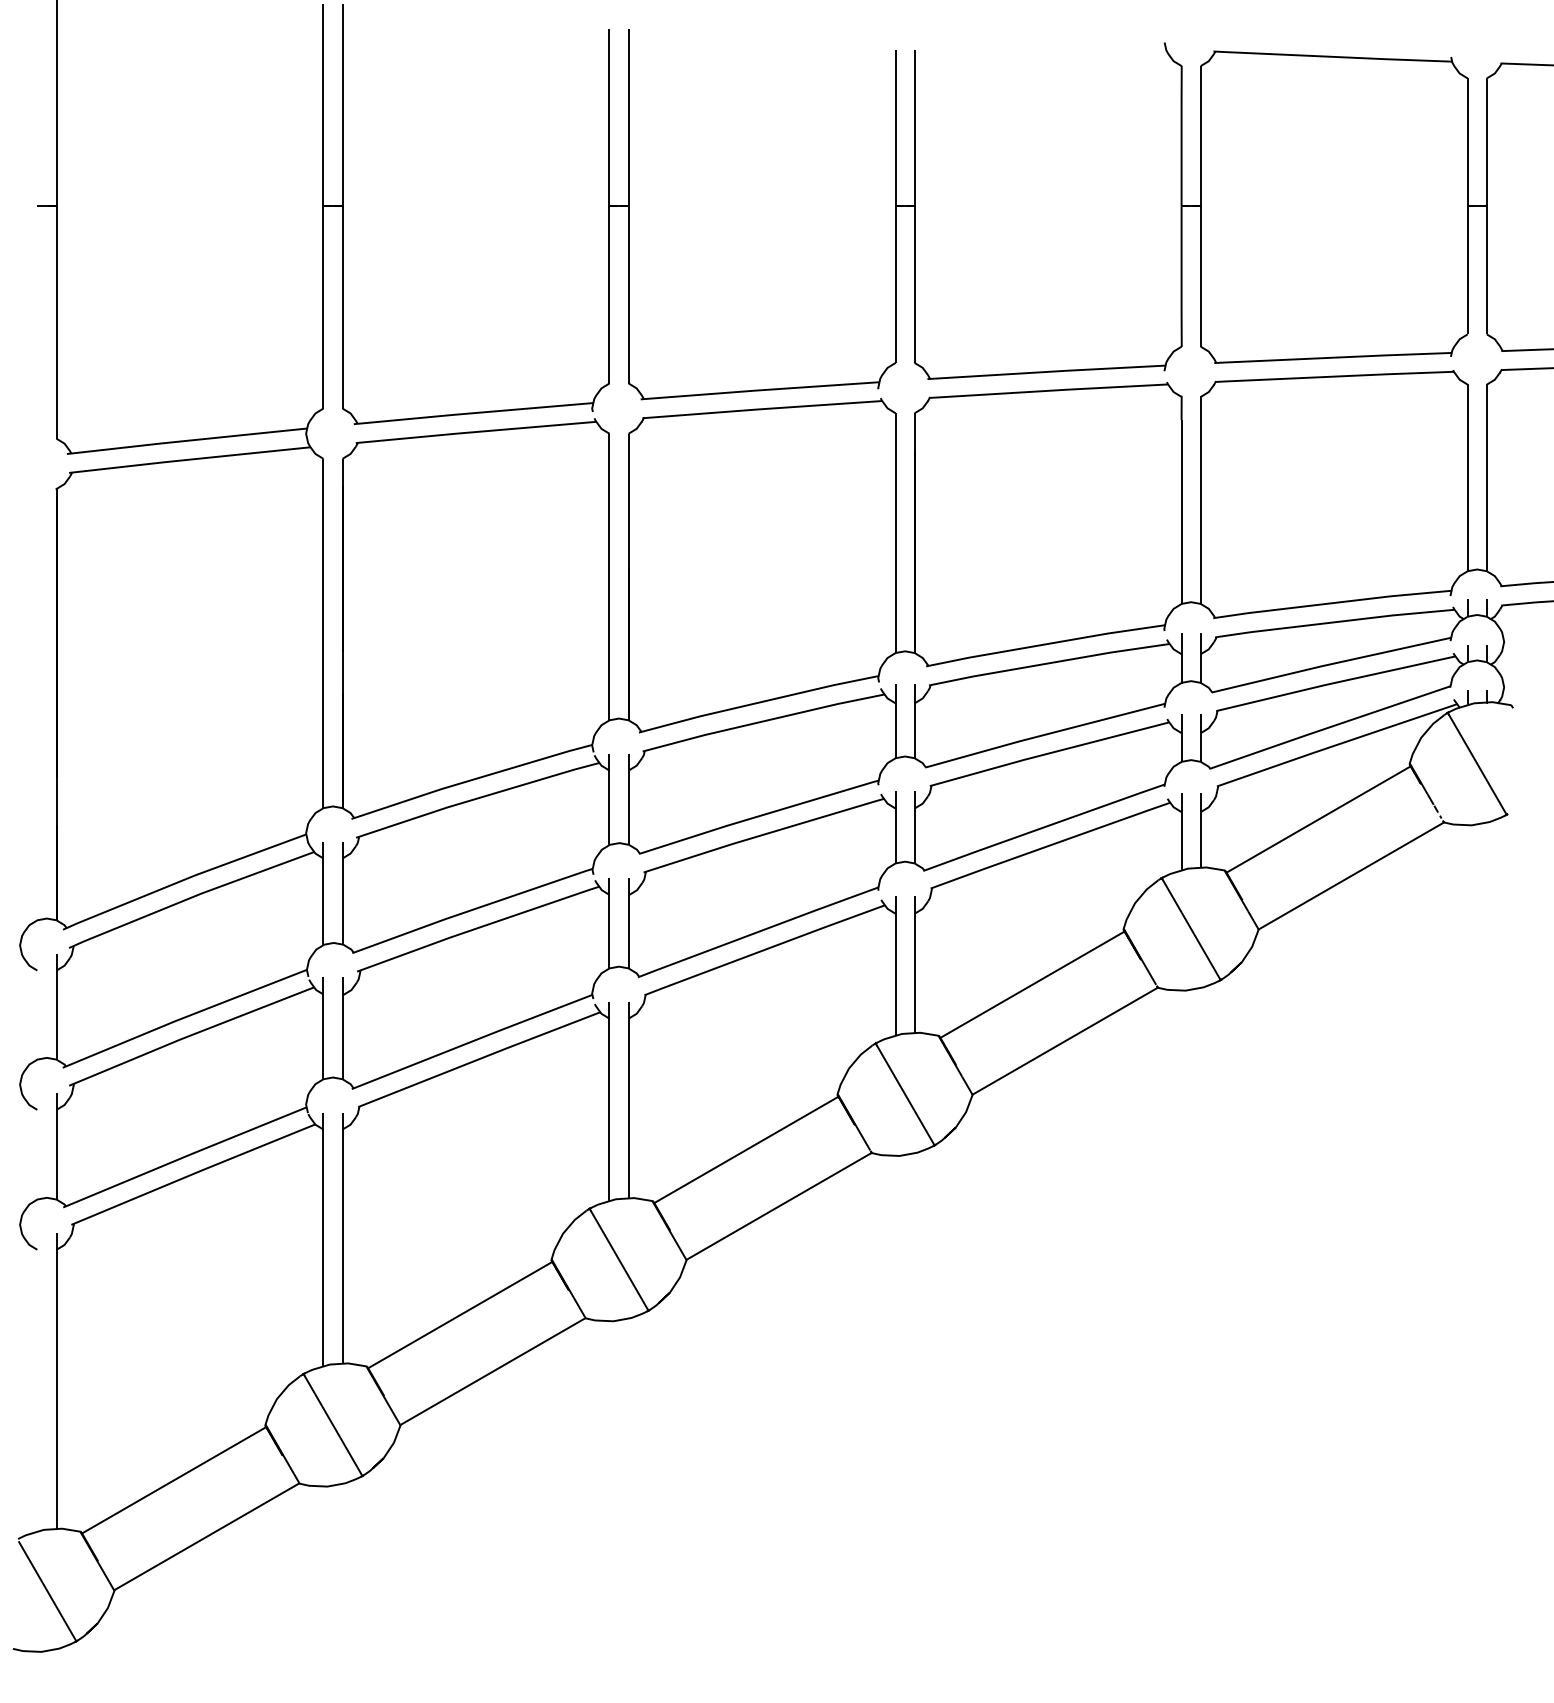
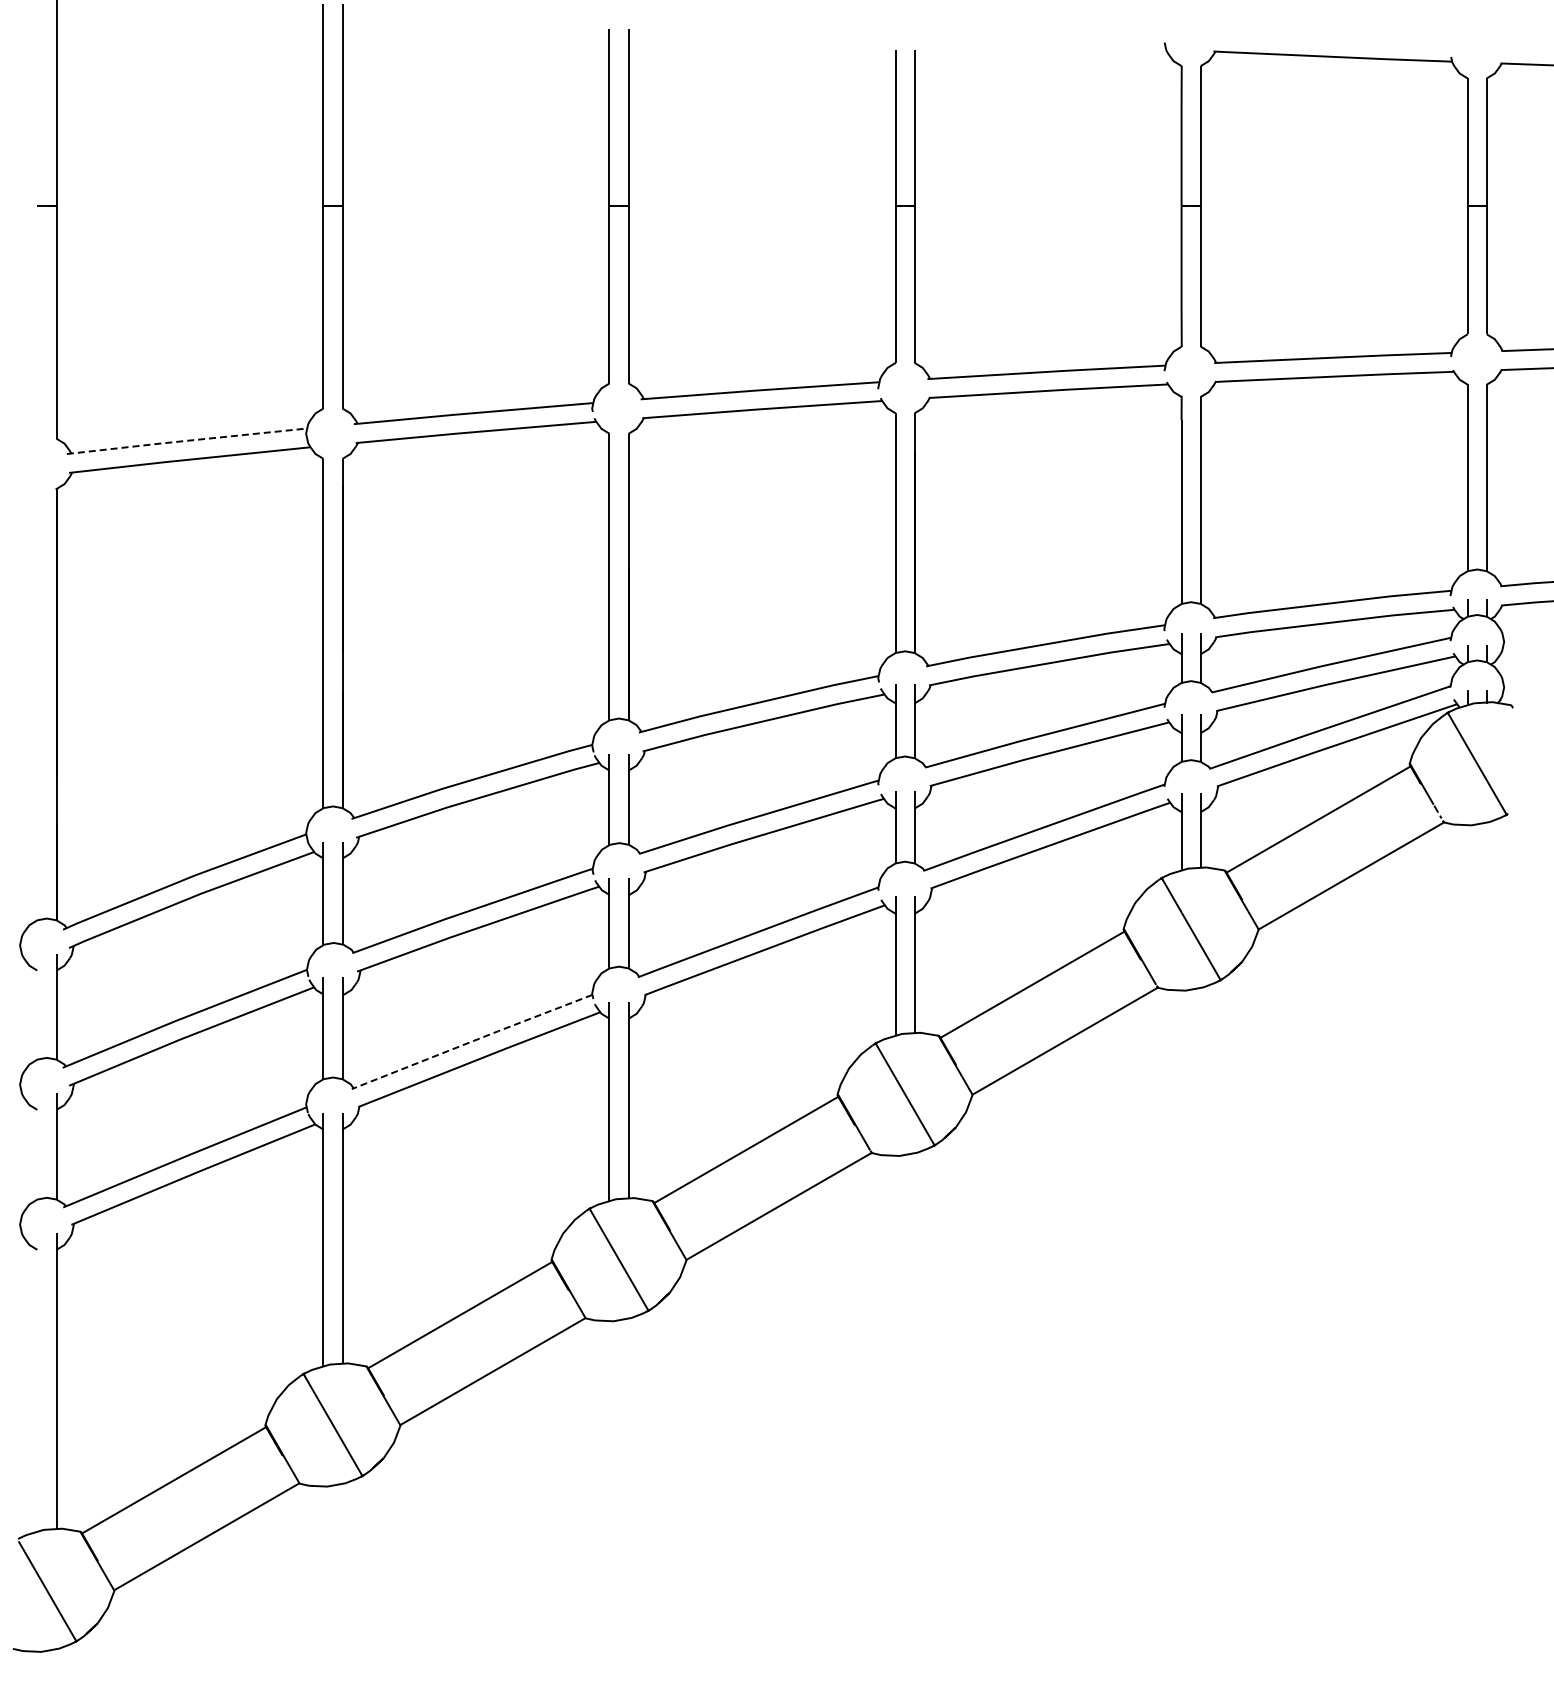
line at (187, 440): solid -> dashed
line at (472, 1041): solid -> dashed
